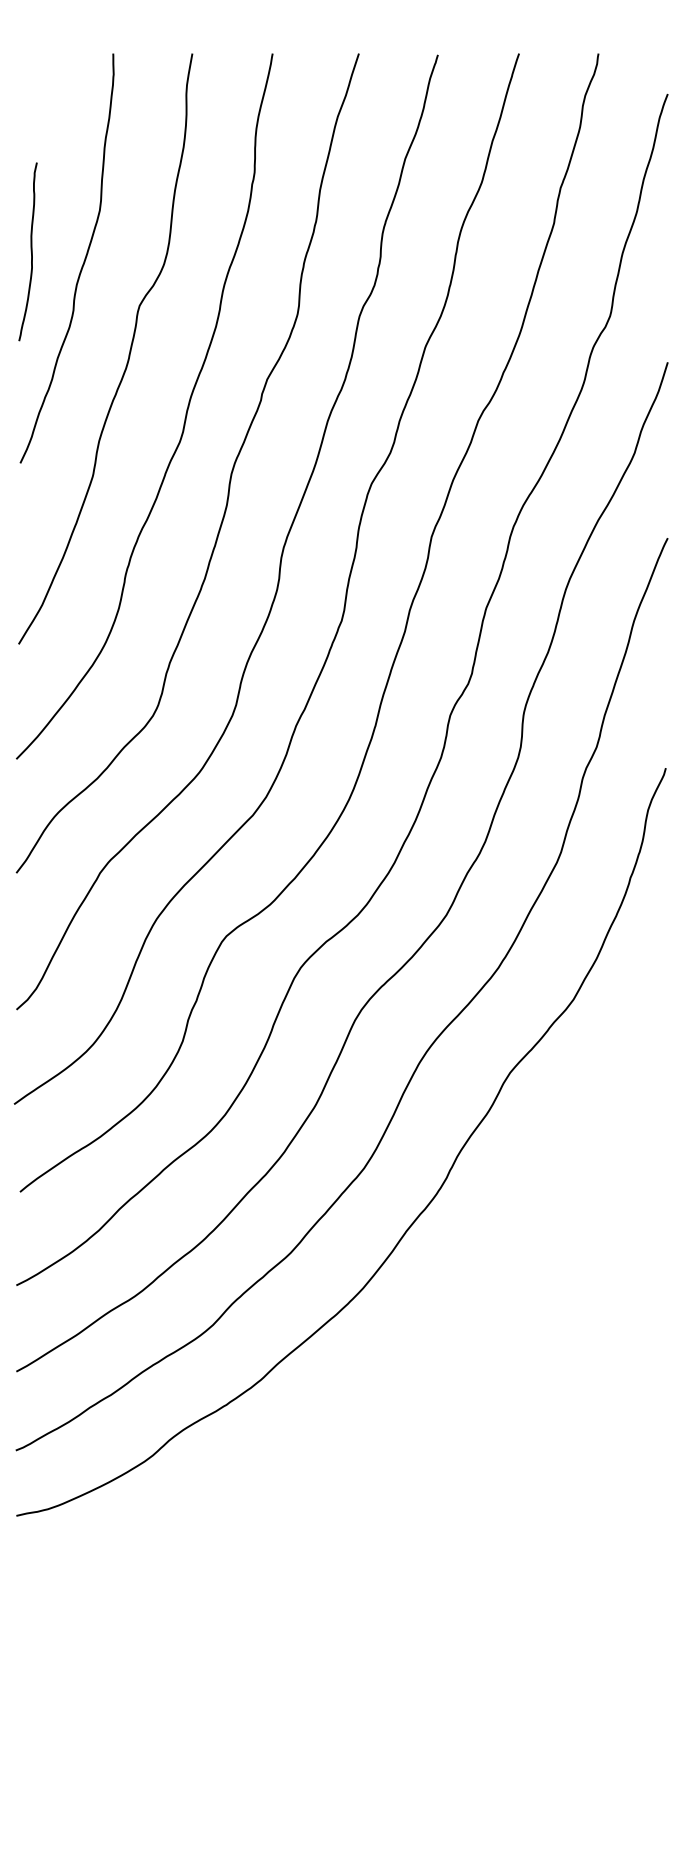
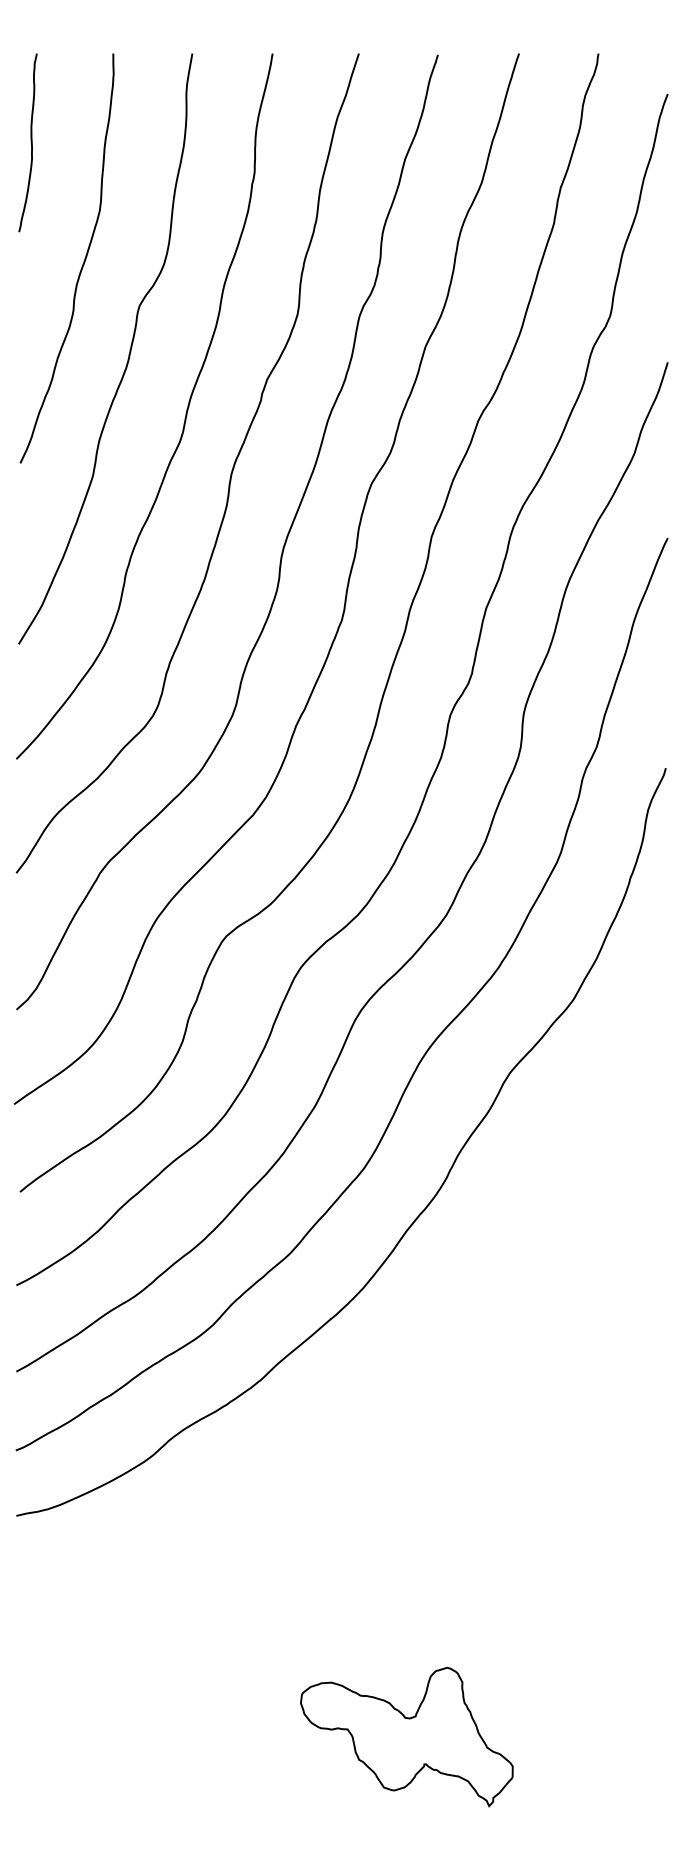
curve at (30, 251) position: (30, 251) -> (30, 142)
part at (406, 1736): none -> present
